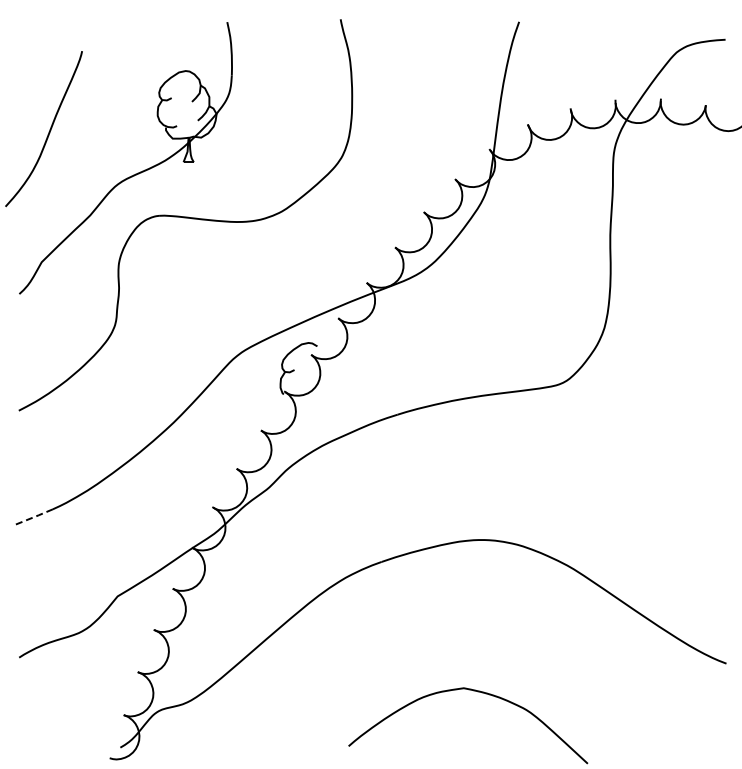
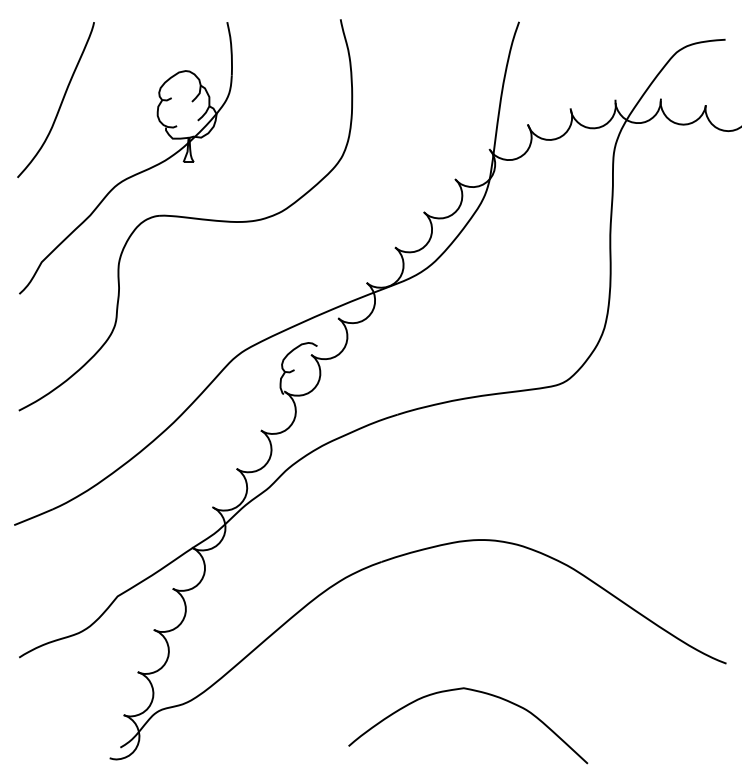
curve at (48, 132) position: (48, 132) -> (60, 103)
line at (34, 517): dashed -> solid
